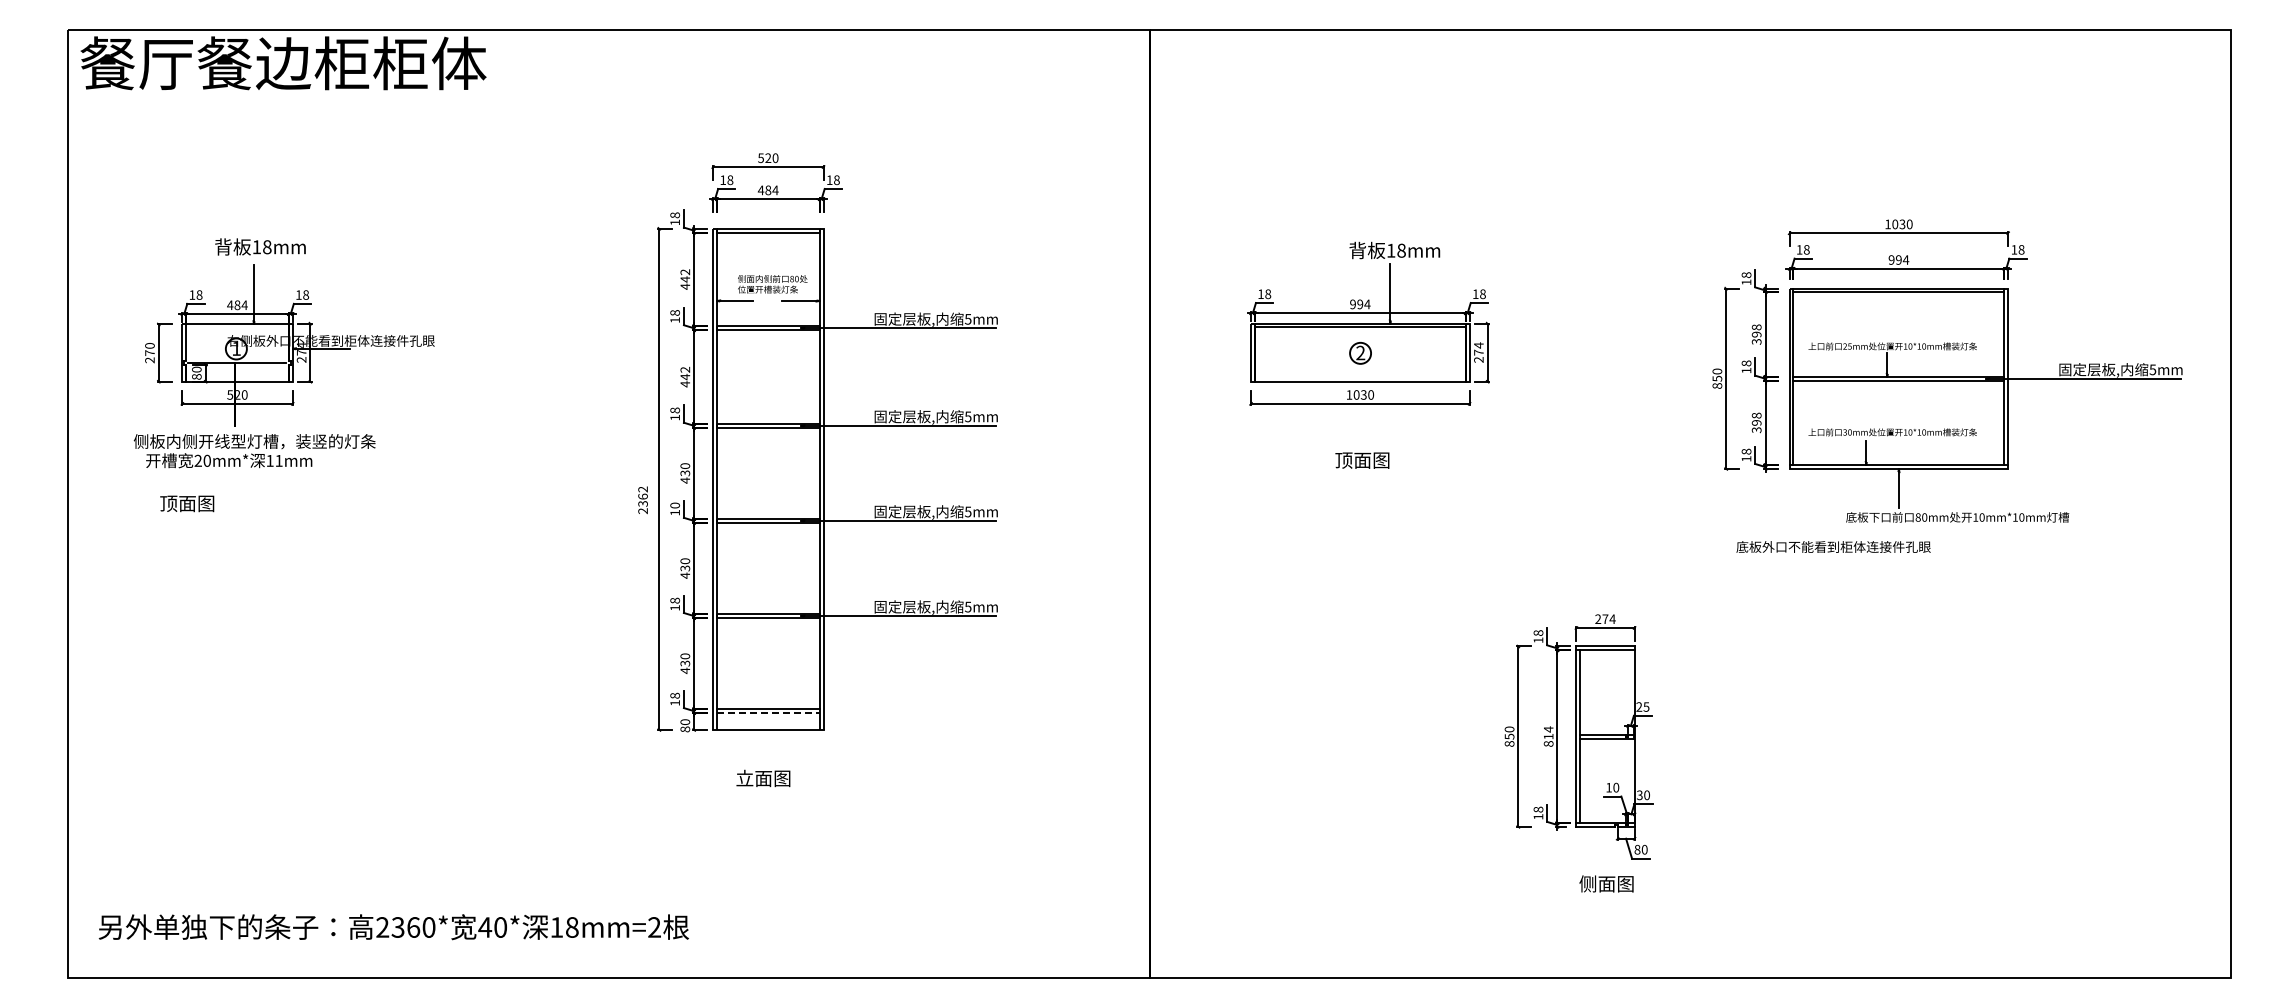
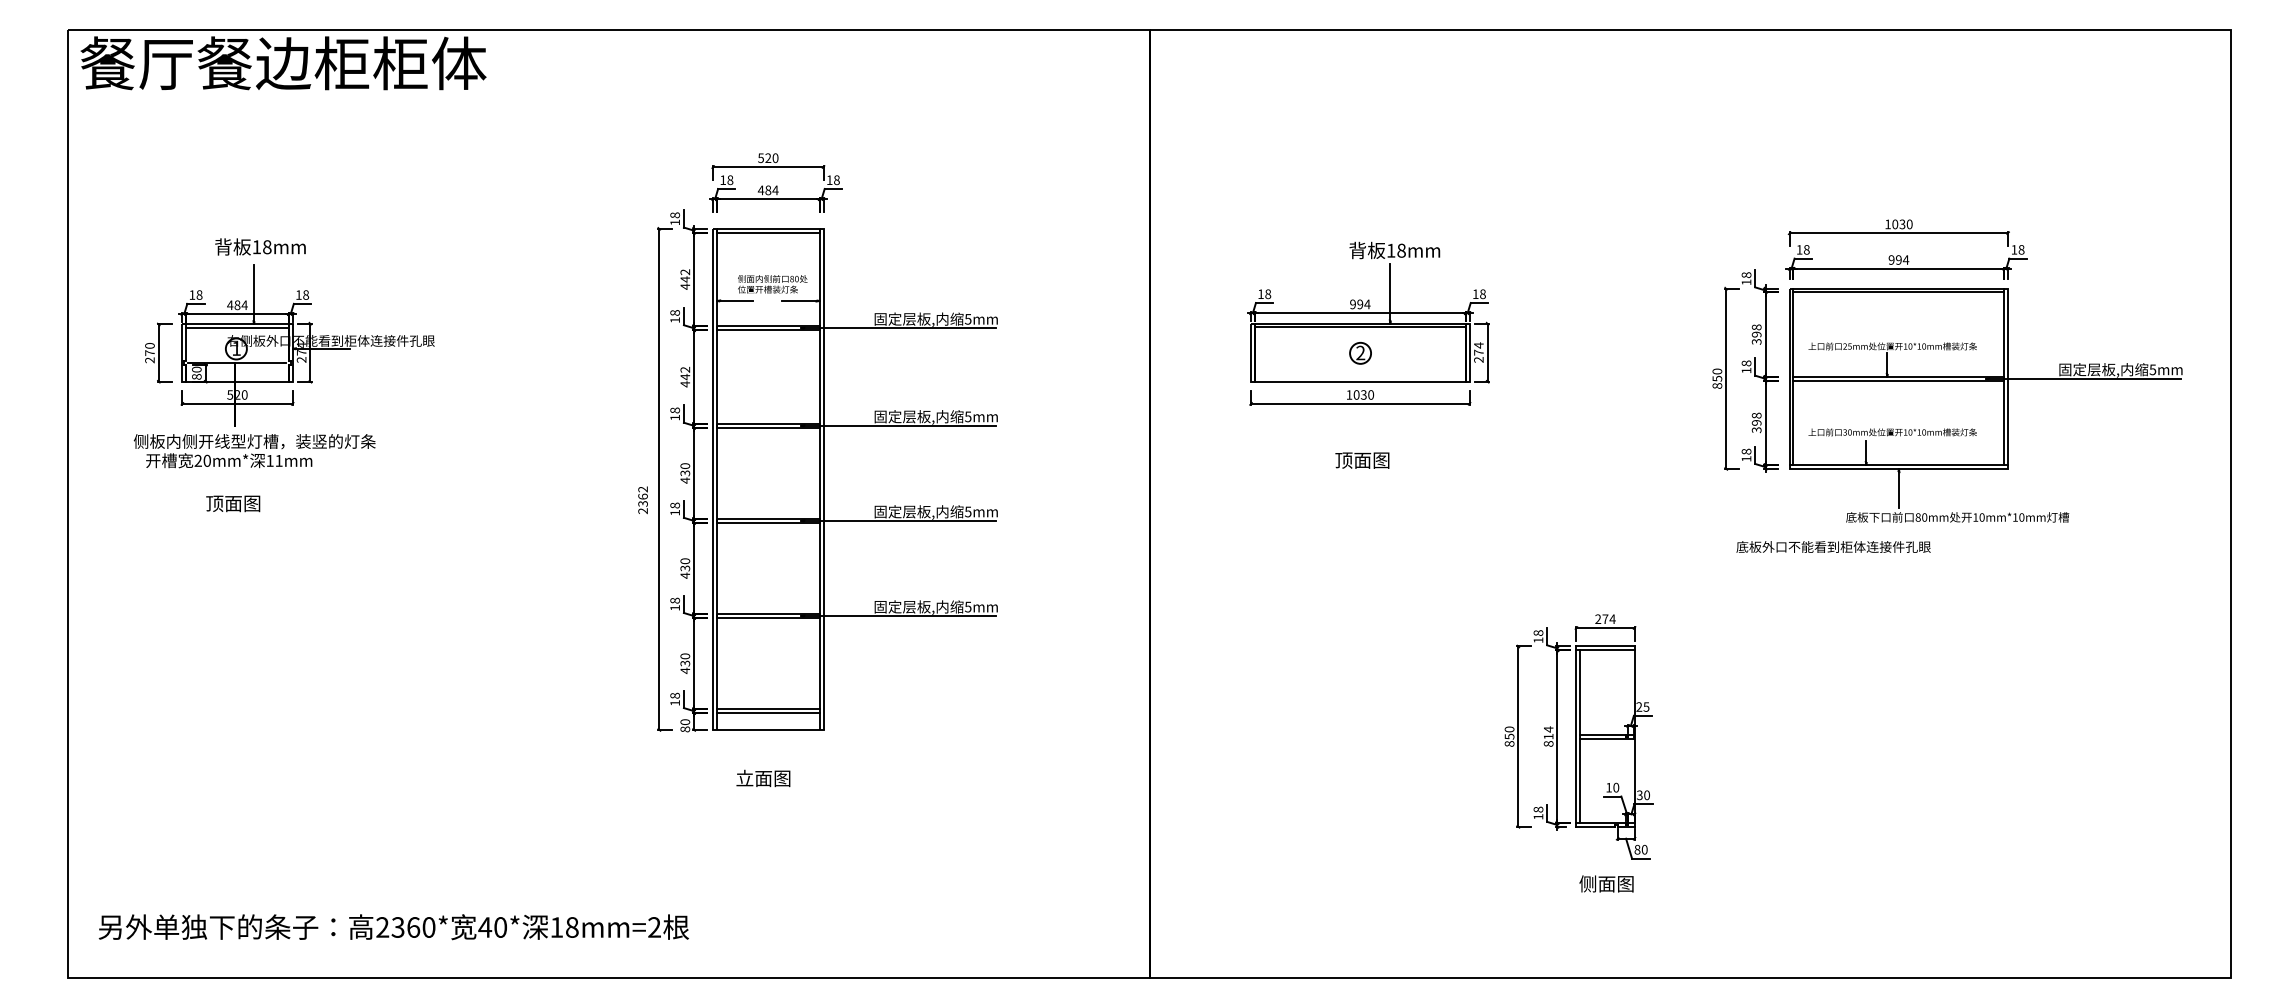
line at (237, 328): none -> present
text at (187, 503) position: (187, 503) -> (233, 503)
text at (675, 505): 10 -> 18
line at (768, 713): dashed -> solid
